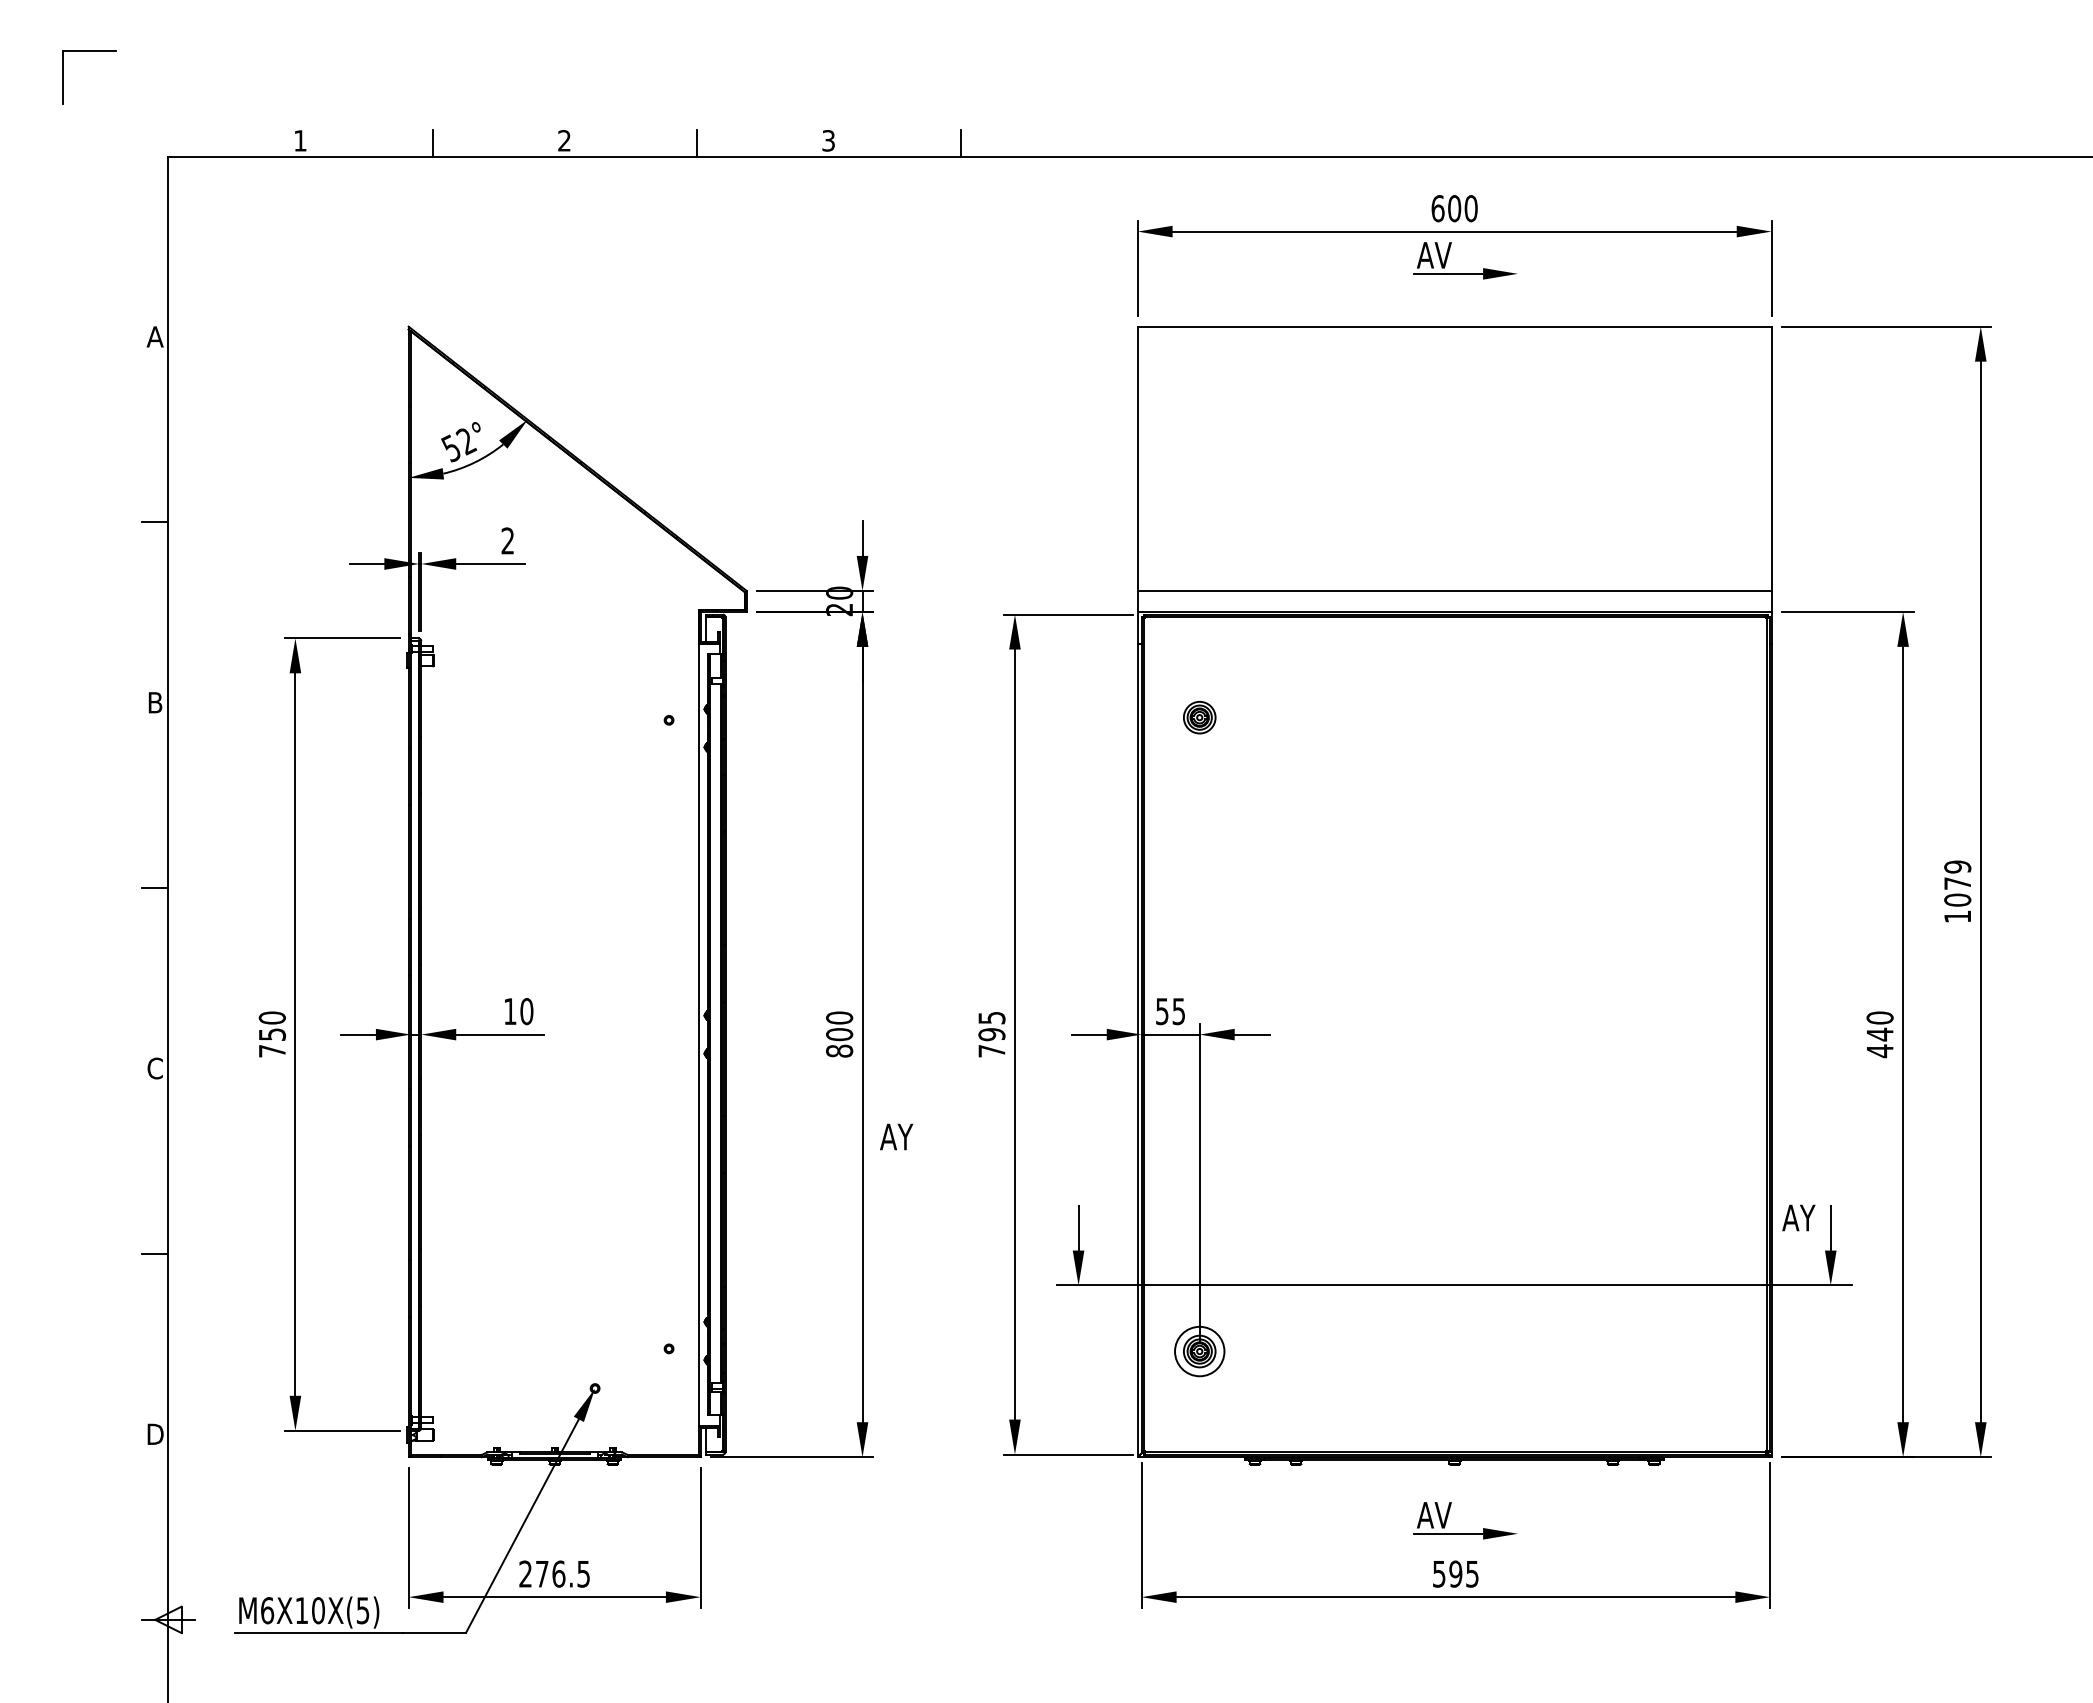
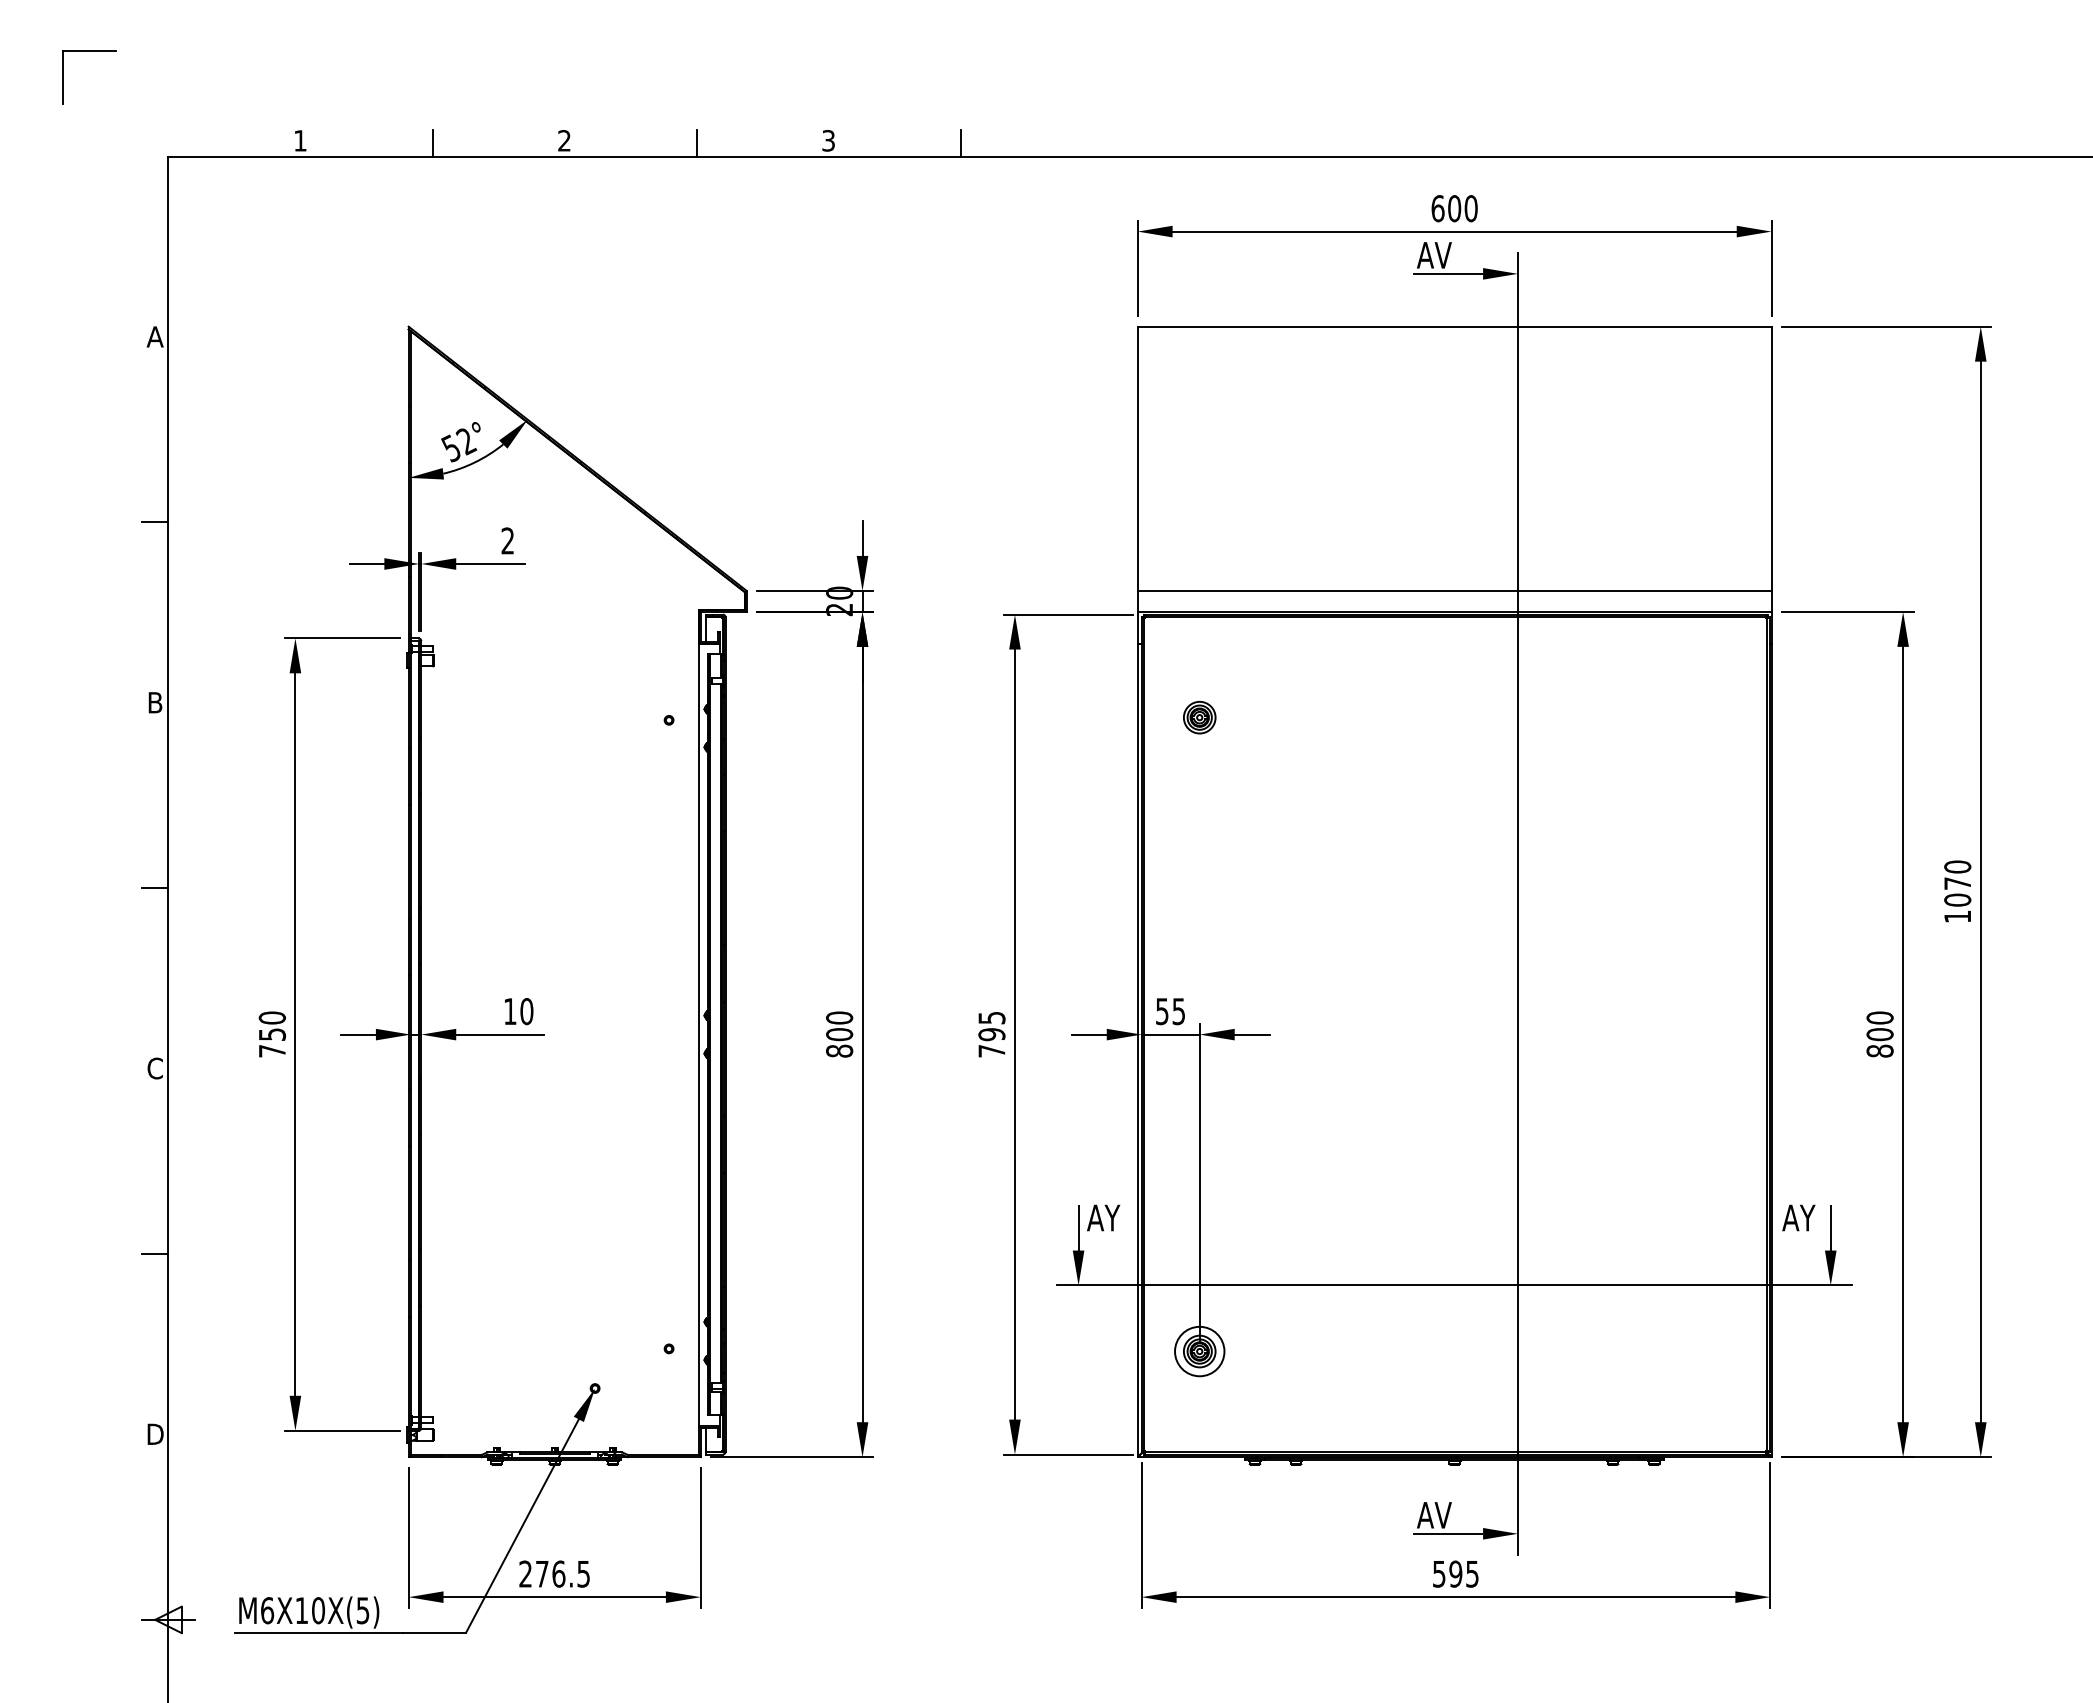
text at (1957, 866): 1079 -> 1070
line at (1517, 903): none -> present
text at (1879, 1042): 440 -> 800
text at (896, 1136) position: (896, 1136) -> (1103, 1217)
